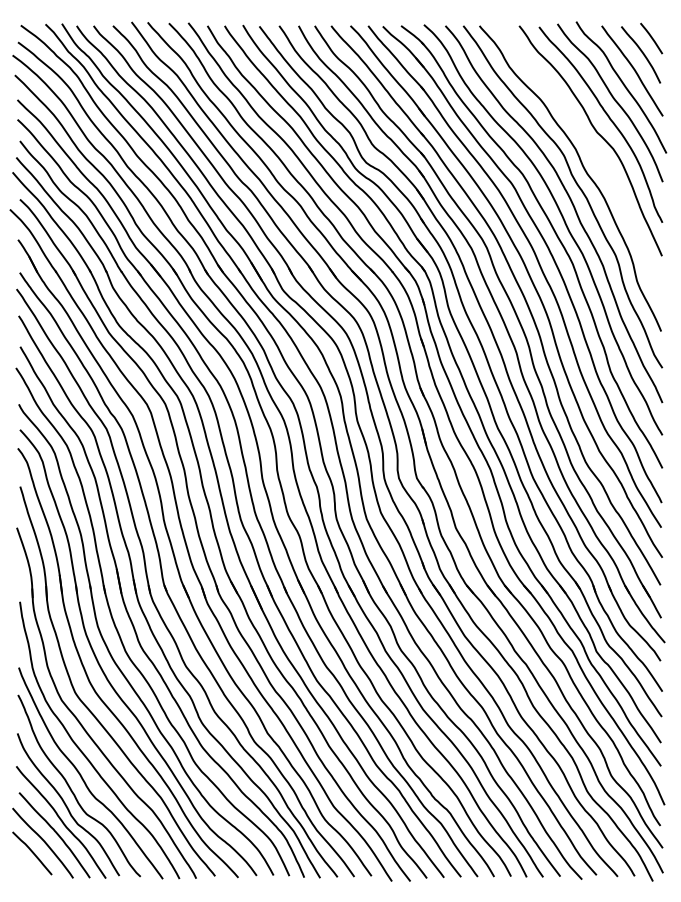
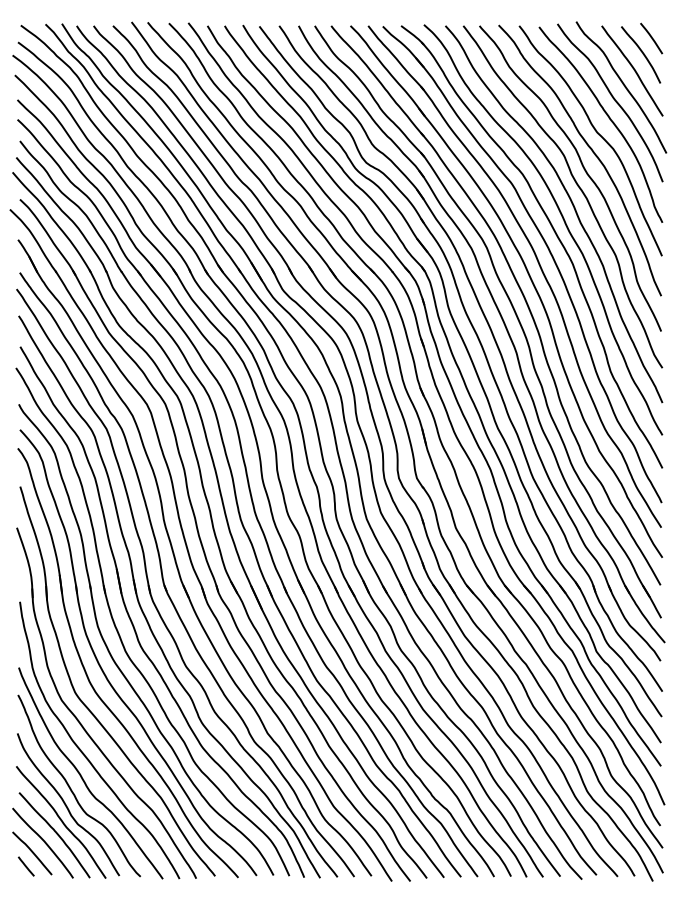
curve at (591, 151): none -> present
line at (25, 866): none -> present
